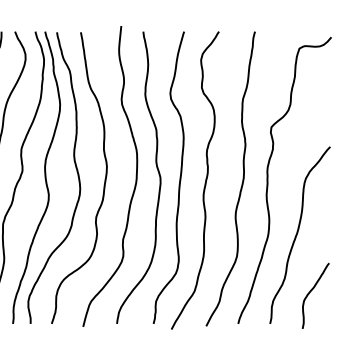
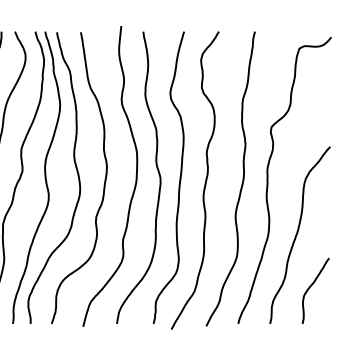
curve at (311, 291) position: (311, 291) -> (311, 286)
